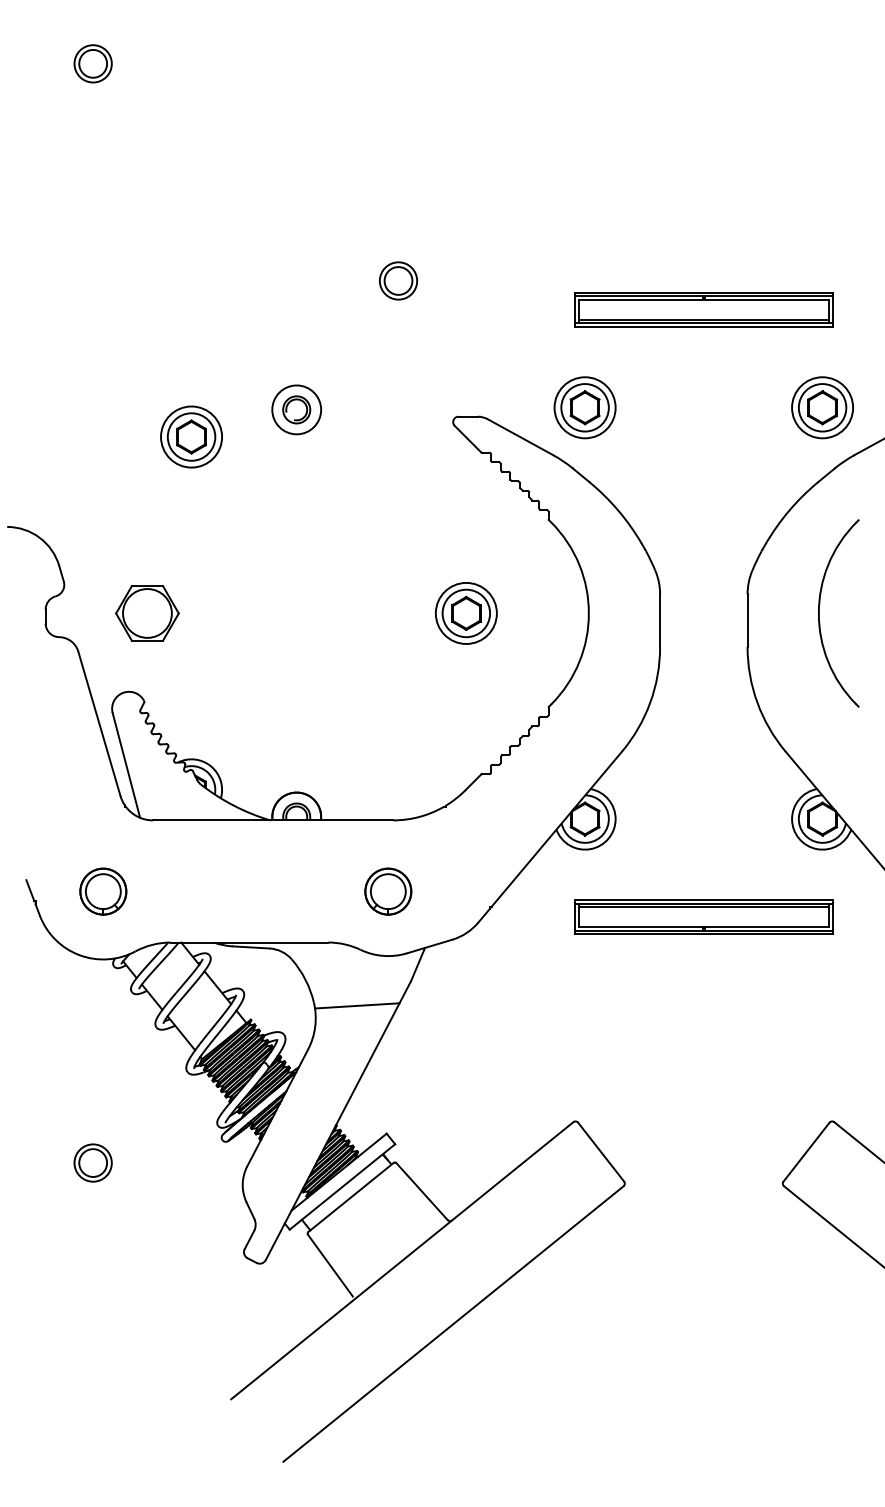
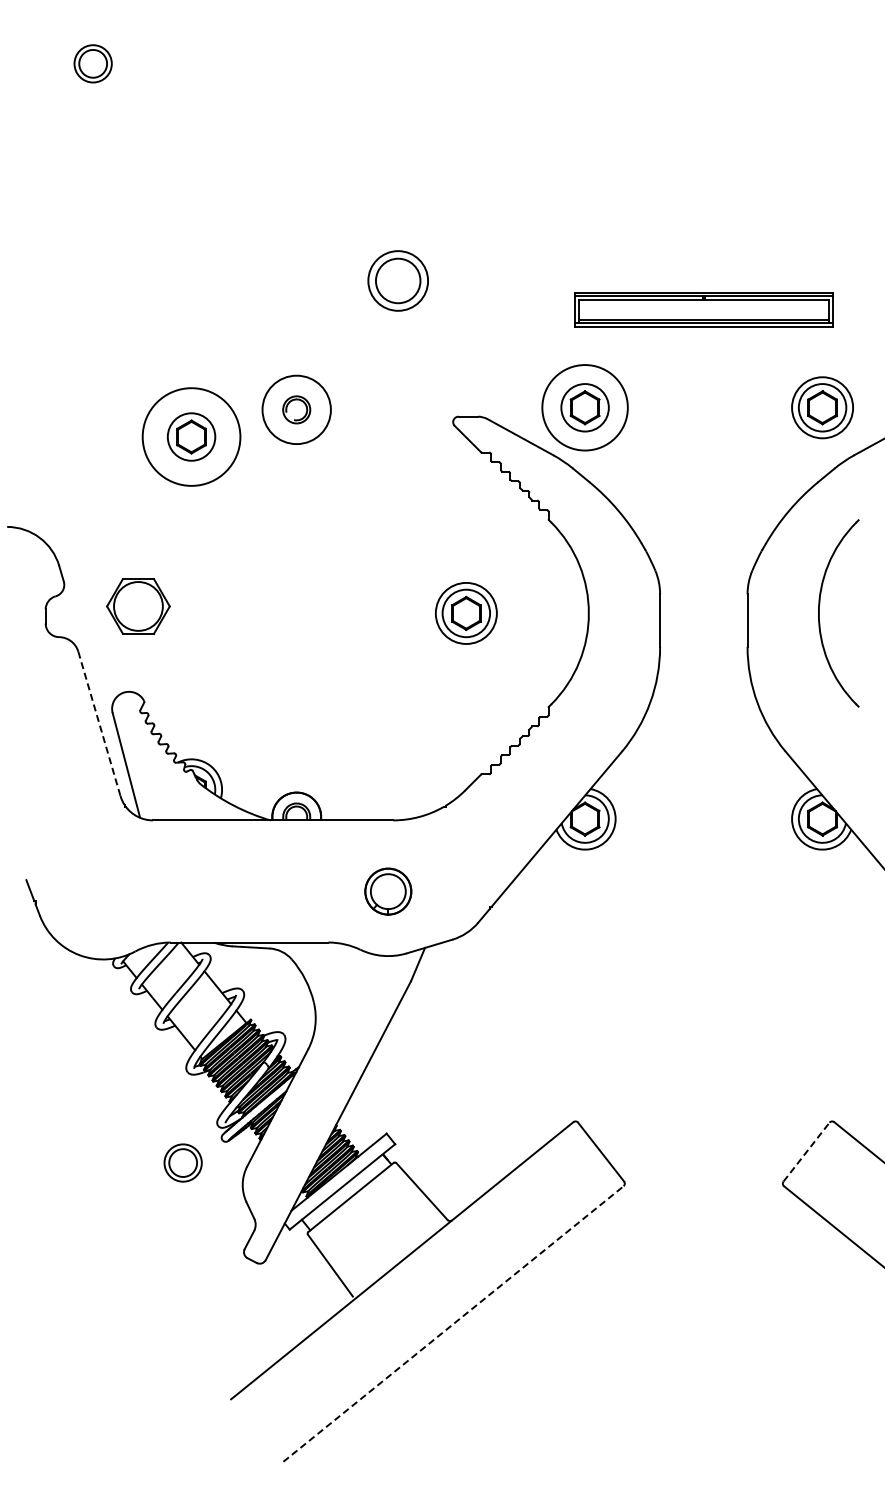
part at (398, 280) size: 40x40 px -> 62x62 px
circle at (584, 407) diameter: 61 px -> 85 px
circle at (296, 409) diameter: 49 px -> 68 px
circle at (191, 436) diameter: 61 px -> 98 px
part at (147, 613) position: (147, 613) -> (138, 606)
line at (99, 724): solid -> dashed
part at (103, 891): present -> none
part at (703, 916): present -> none
line at (357, 1005): present -> none
line at (806, 1151): solid -> dashed
part at (92, 1162) position: (92, 1162) -> (182, 1162)
line at (453, 1324): solid -> dashed
